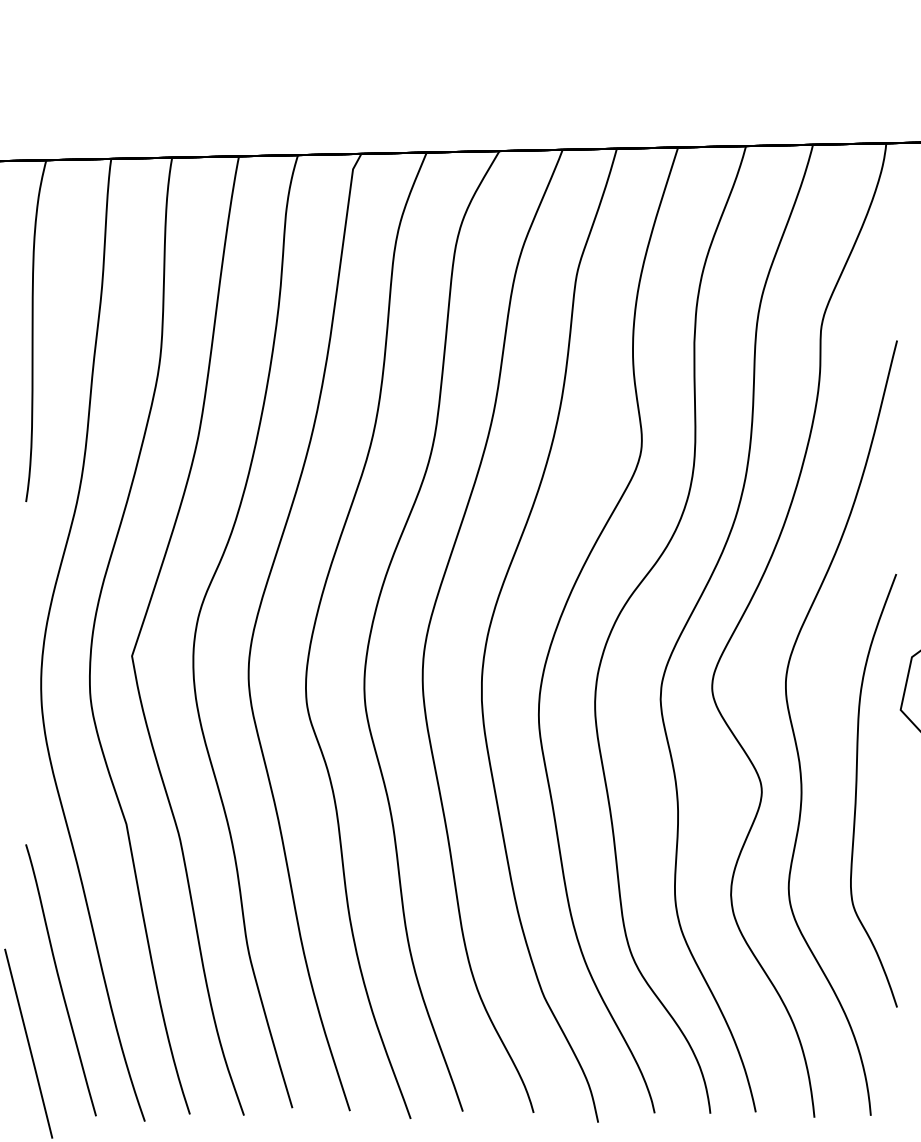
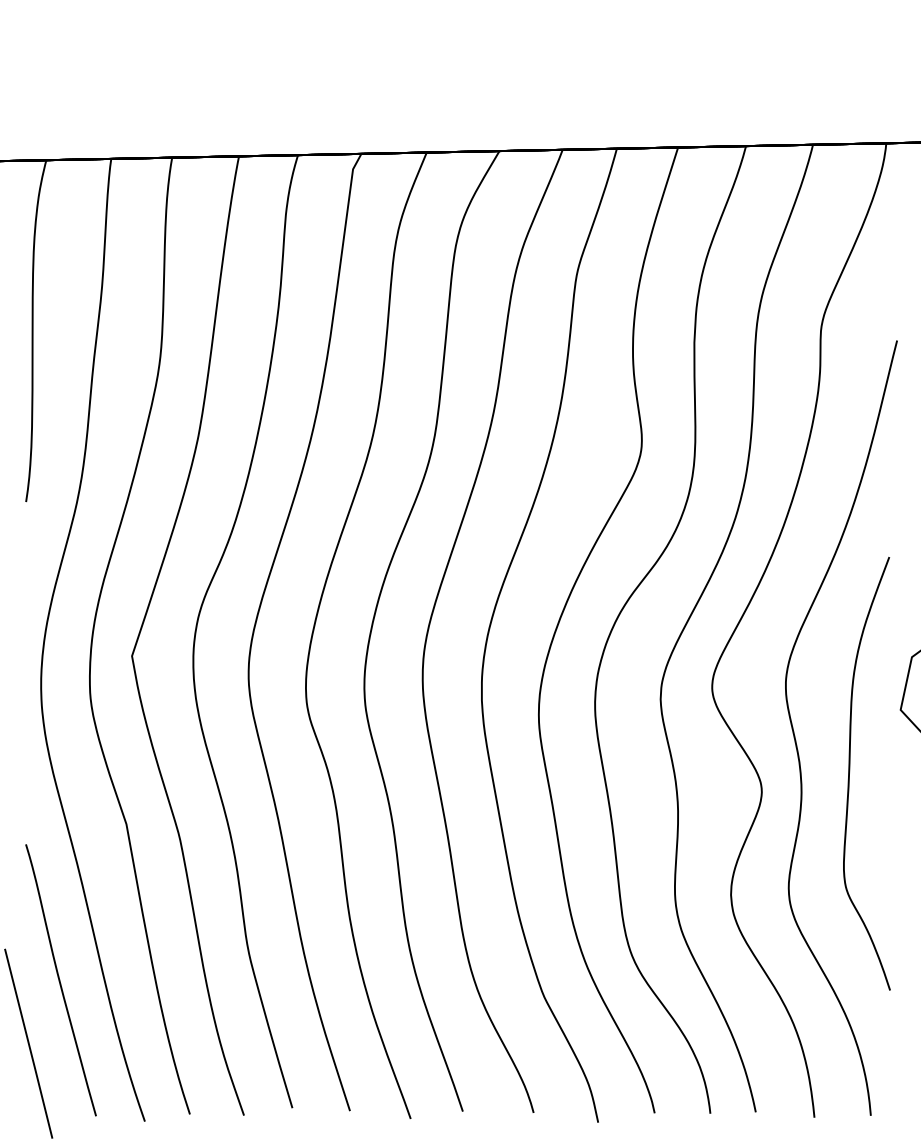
part at (857, 788) position: (857, 788) -> (850, 771)
